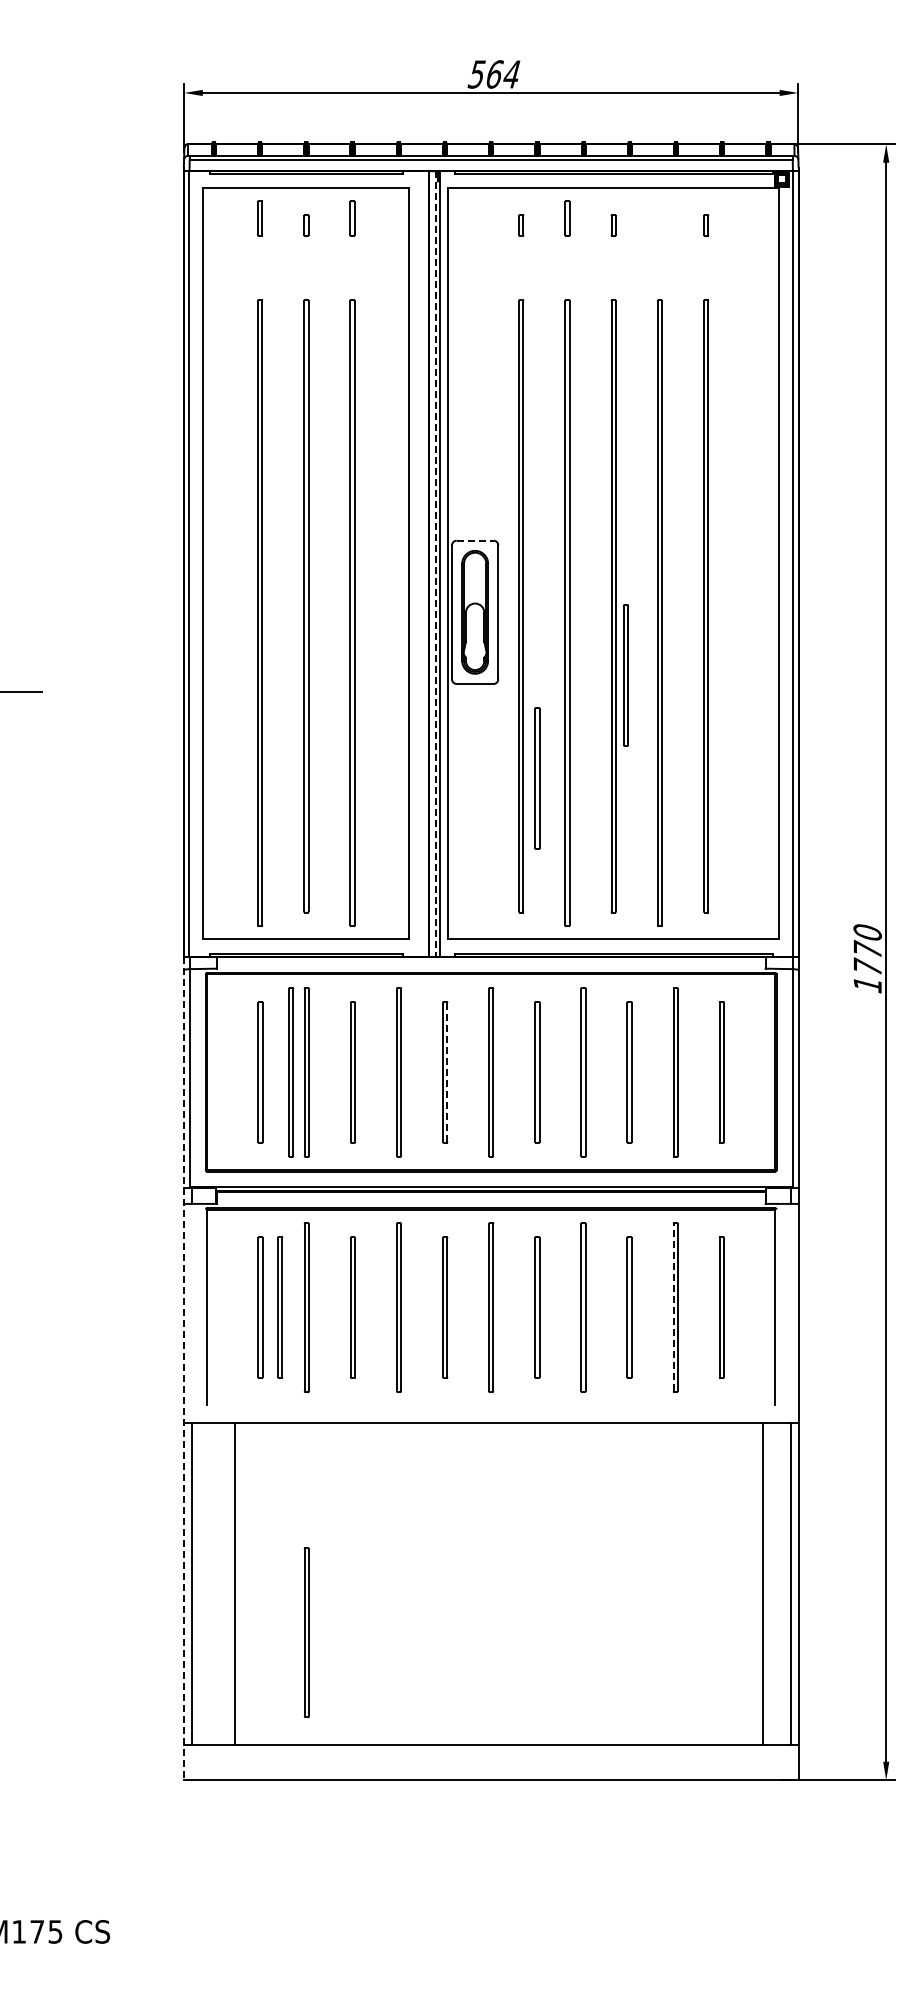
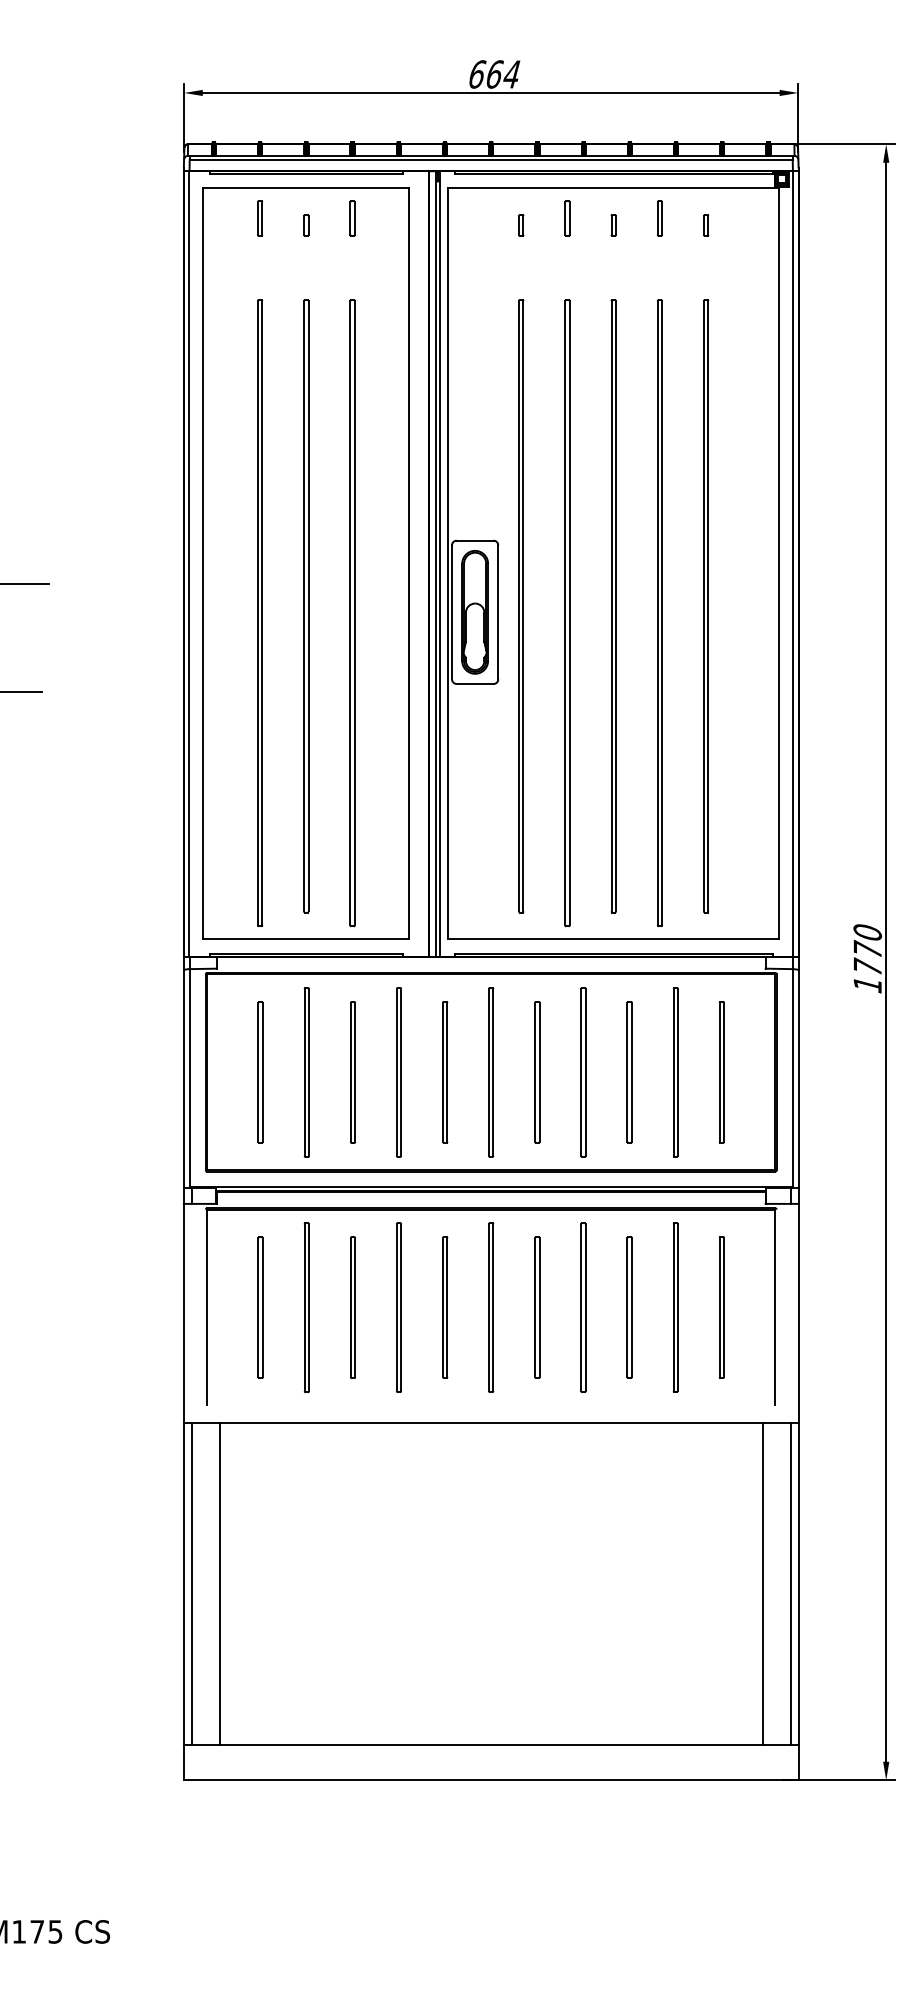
text at (476, 74): 564 -> 664
part at (659, 218): none -> present
line at (475, 540): dashed -> solid
line at (435, 563): dashed -> solid
line at (25, 584): none -> present
part at (625, 675): present -> none
part at (537, 778): present -> none
part at (291, 1072): present -> none
line at (447, 1072): dashed -> solid
part at (280, 1307): present -> none
line at (673, 1307): dashed -> solid
line at (183, 1368): dashed -> solid
line at (234, 1583) position: (234, 1583) -> (219, 1583)
part at (306, 1632): present -> none
